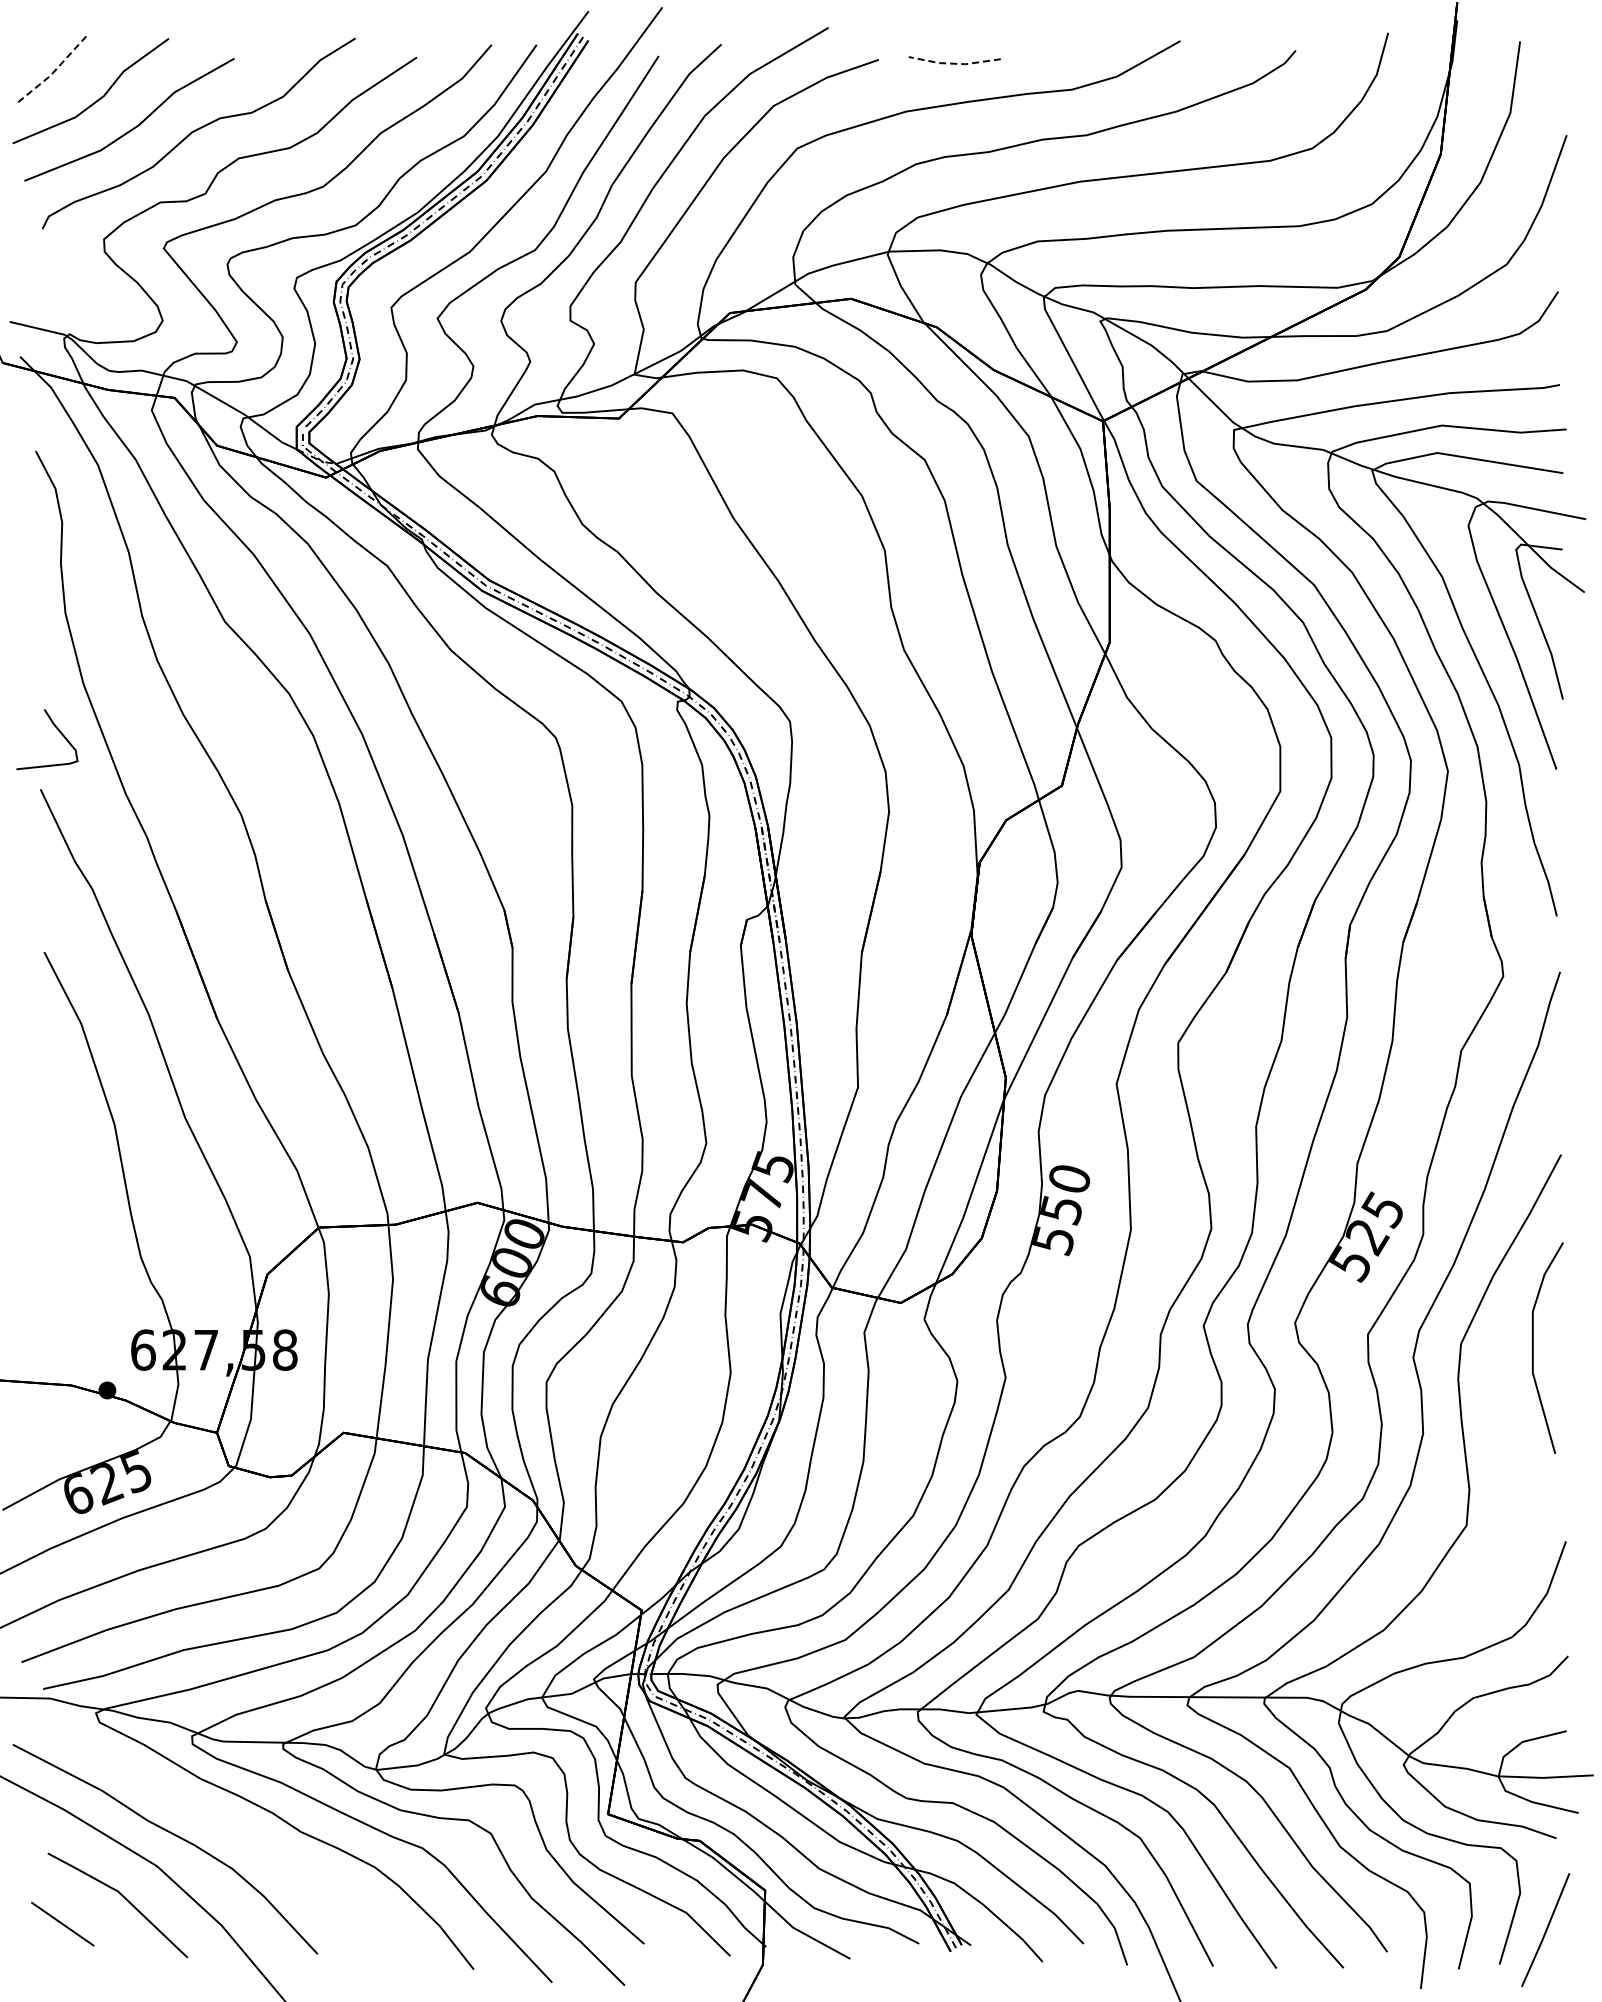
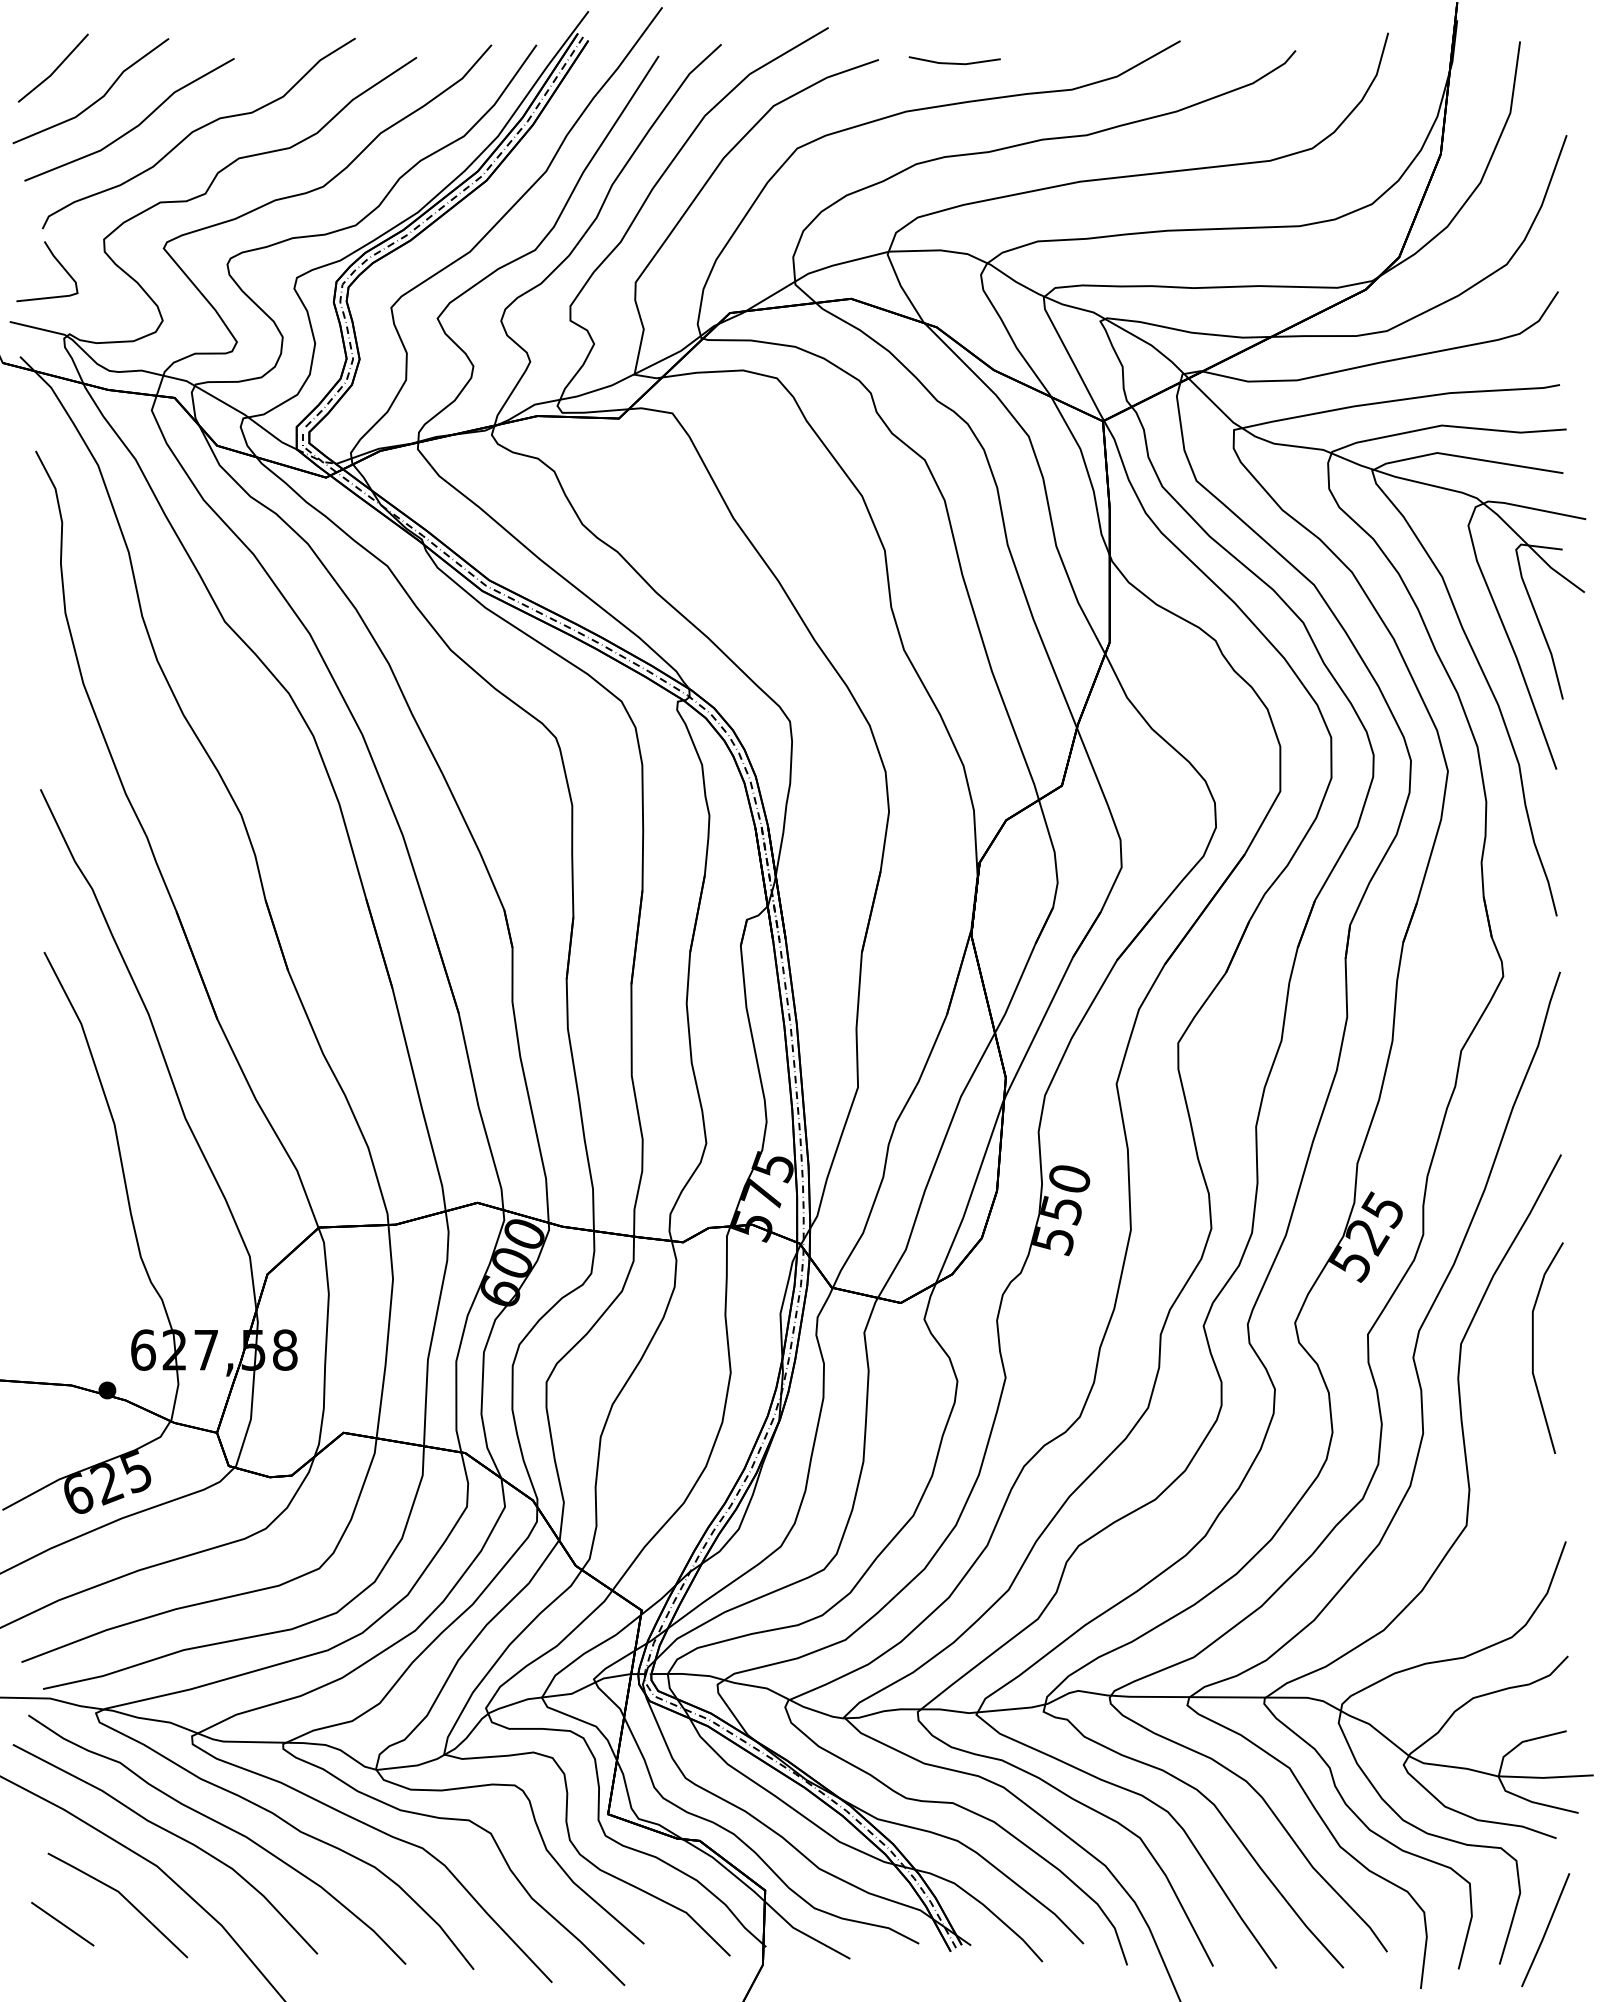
line at (954, 63): dashed -> solid
line at (55, 70): dashed -> solid
curve at (57, 730) position: (57, 730) -> (57, 262)
curve at (223, 1826): none -> present
